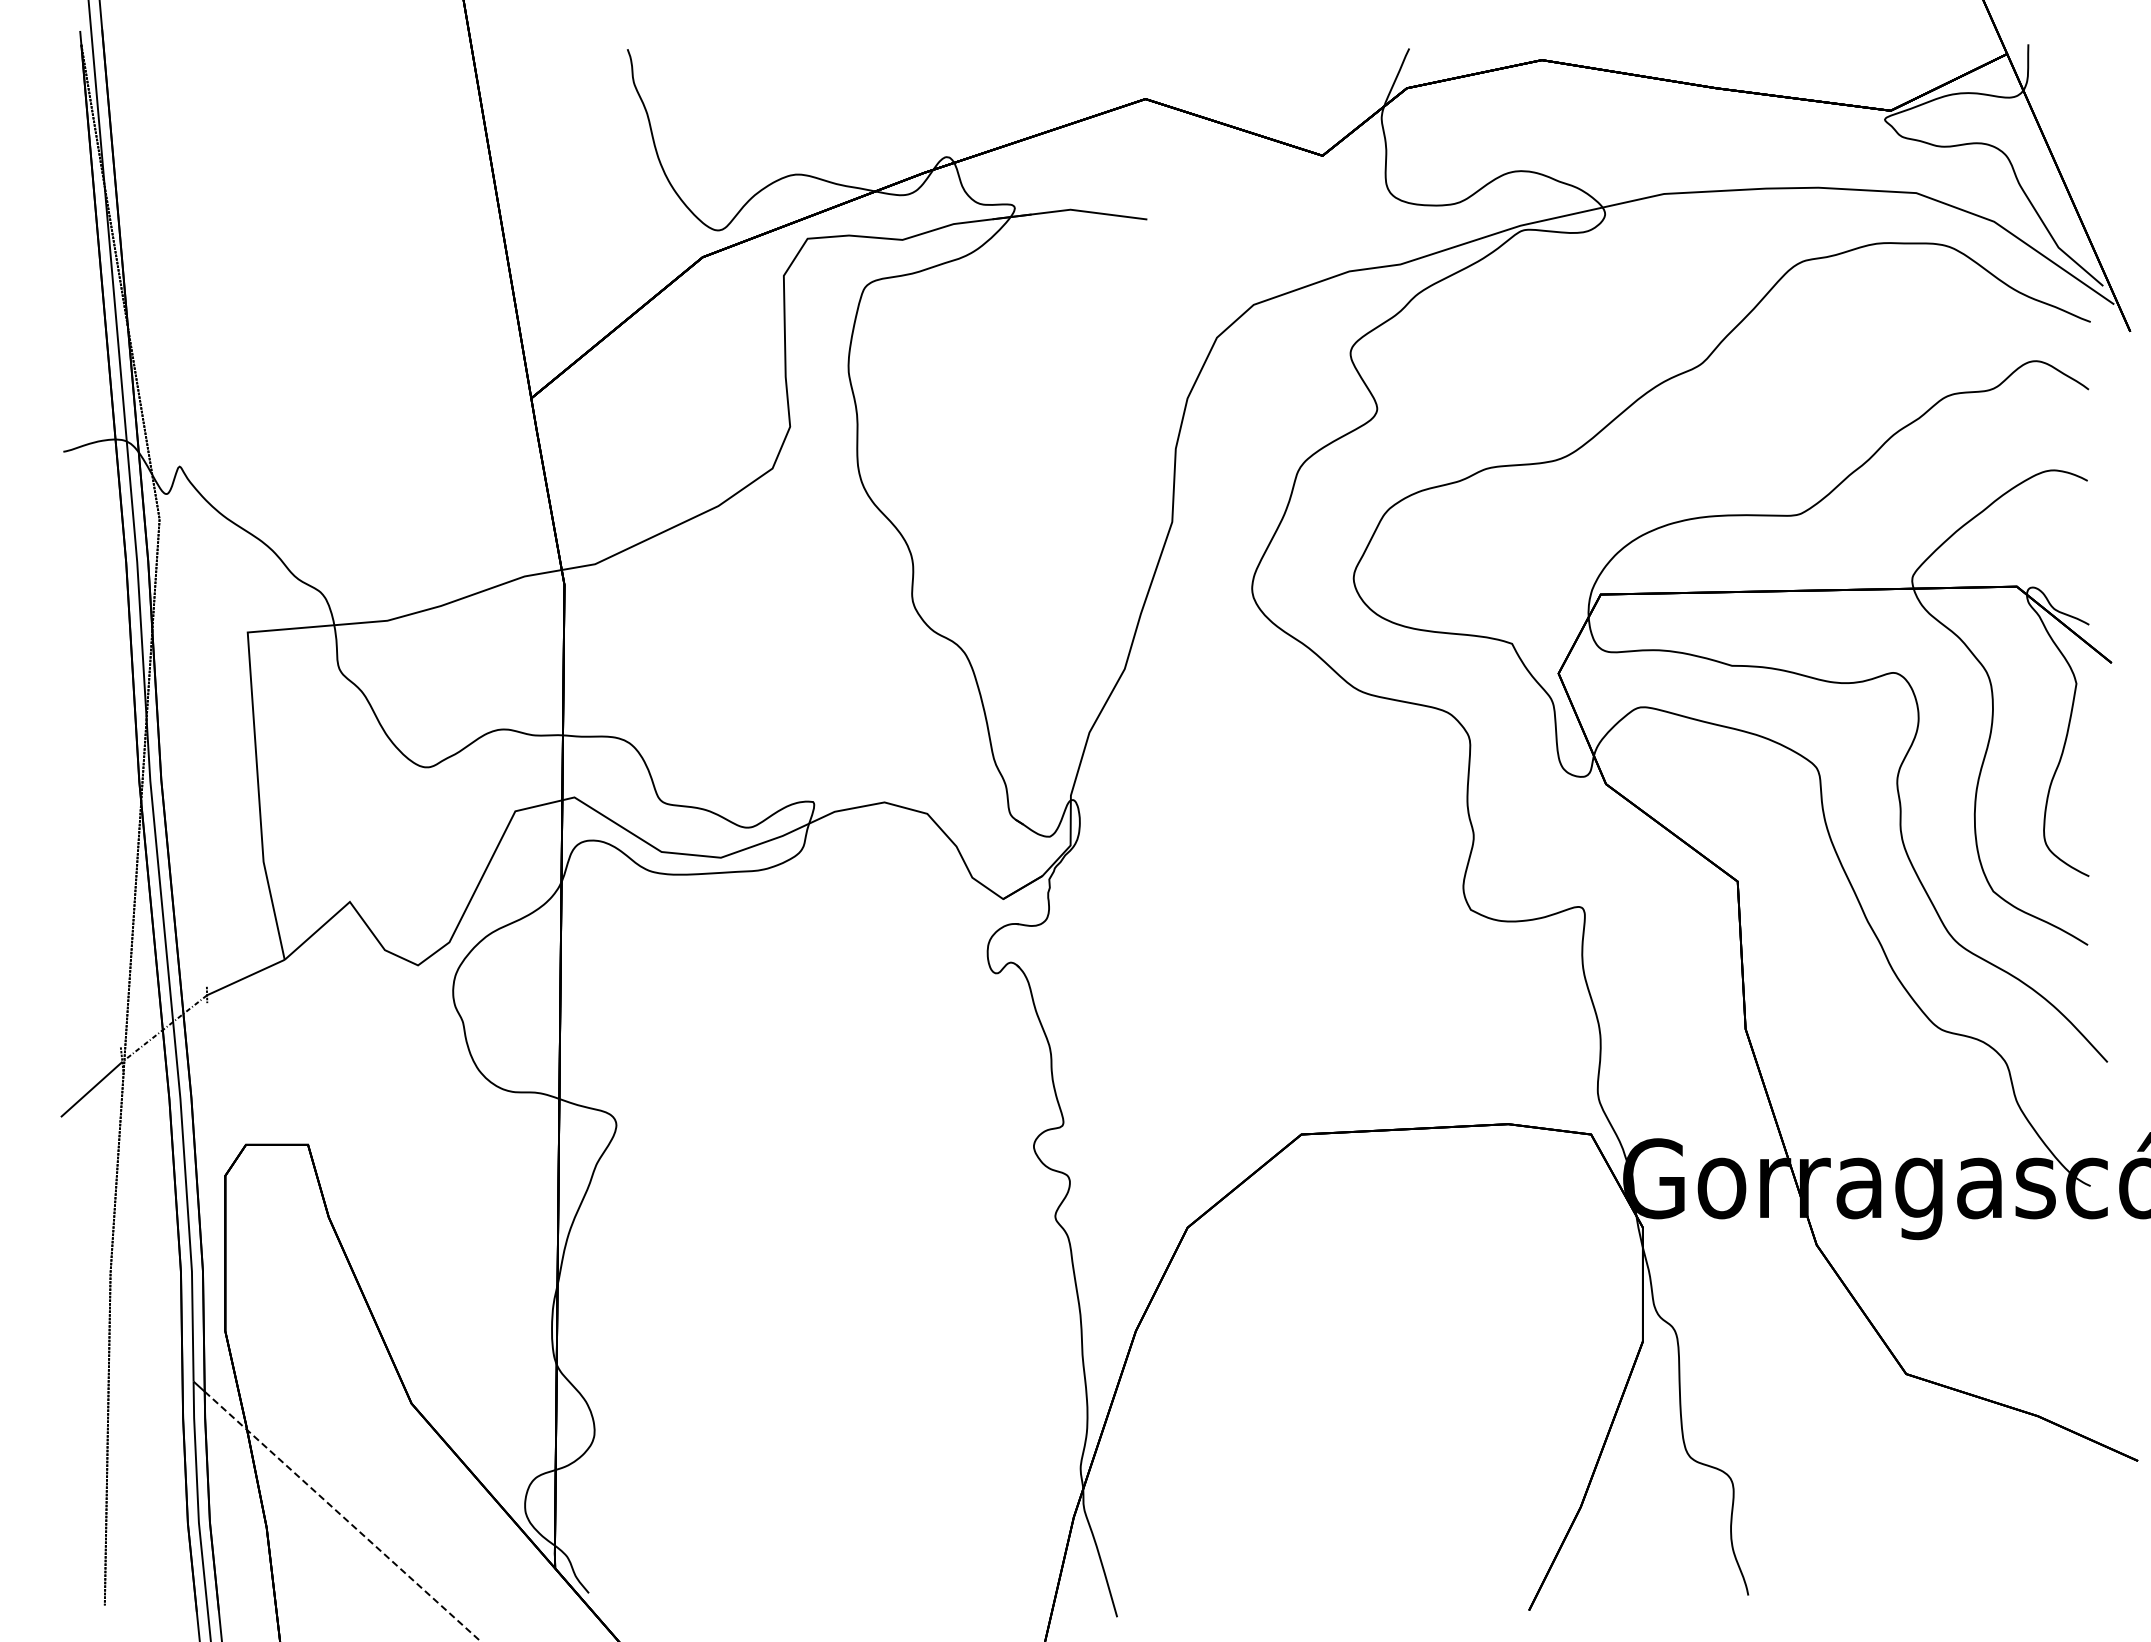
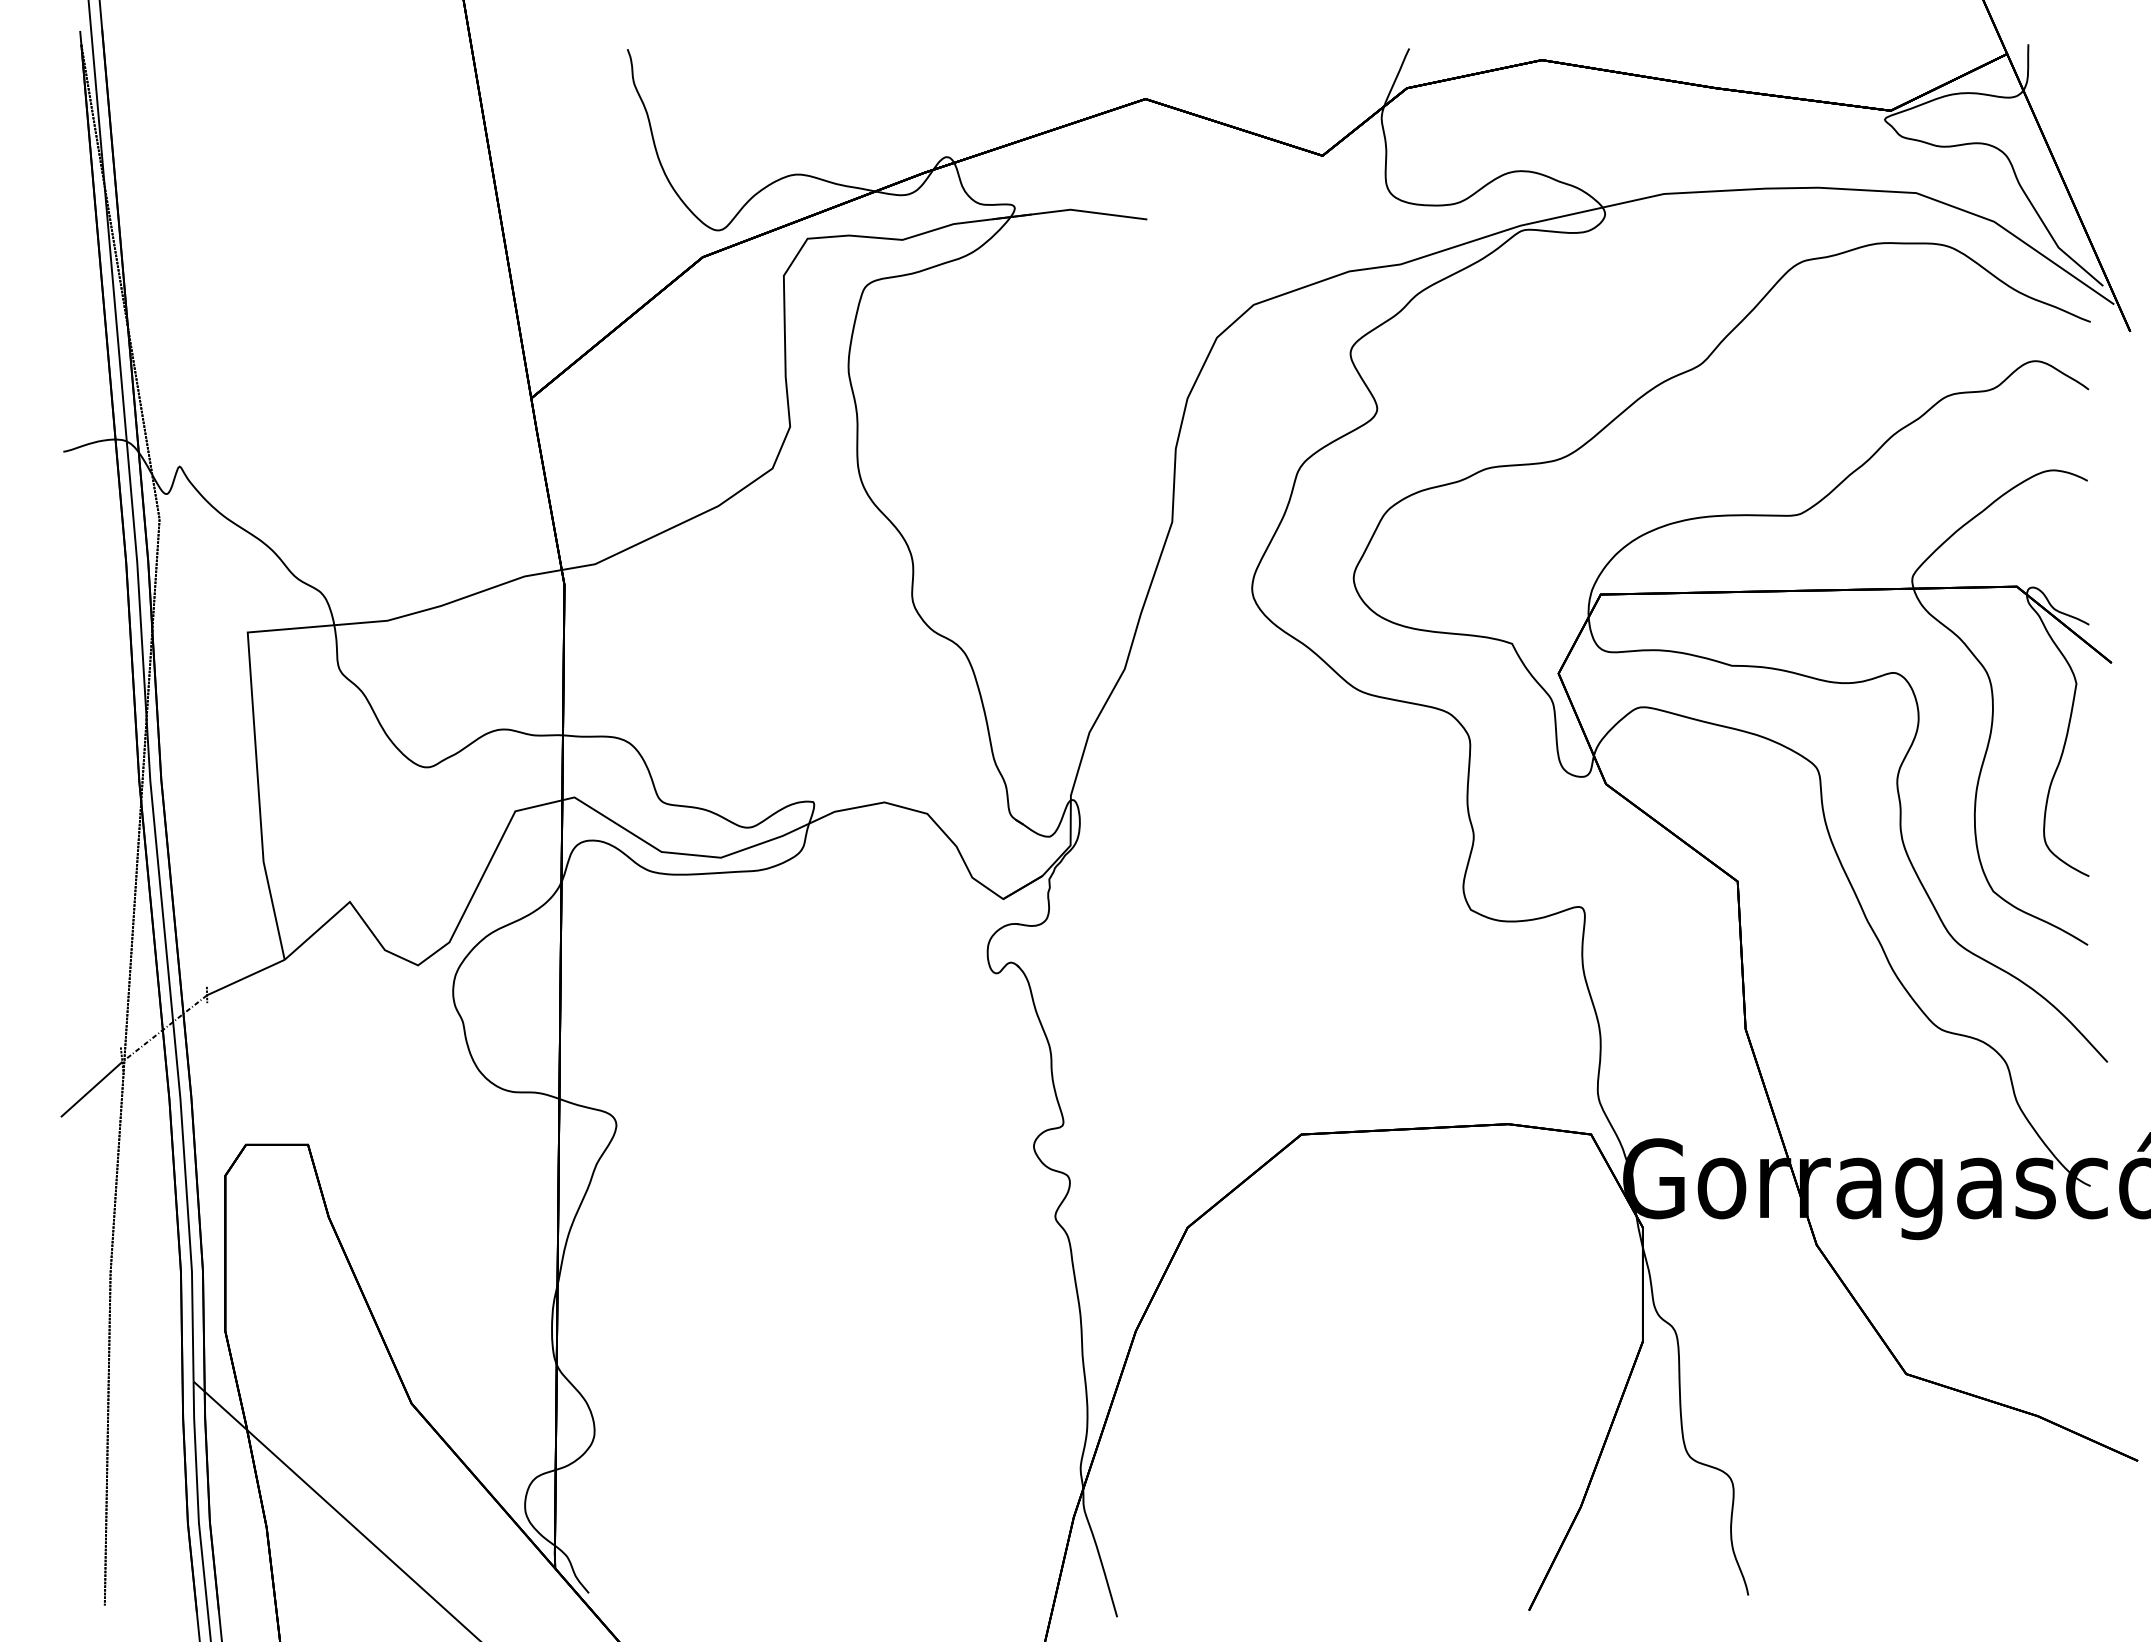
line at (343, 1517): dashed -> solid
